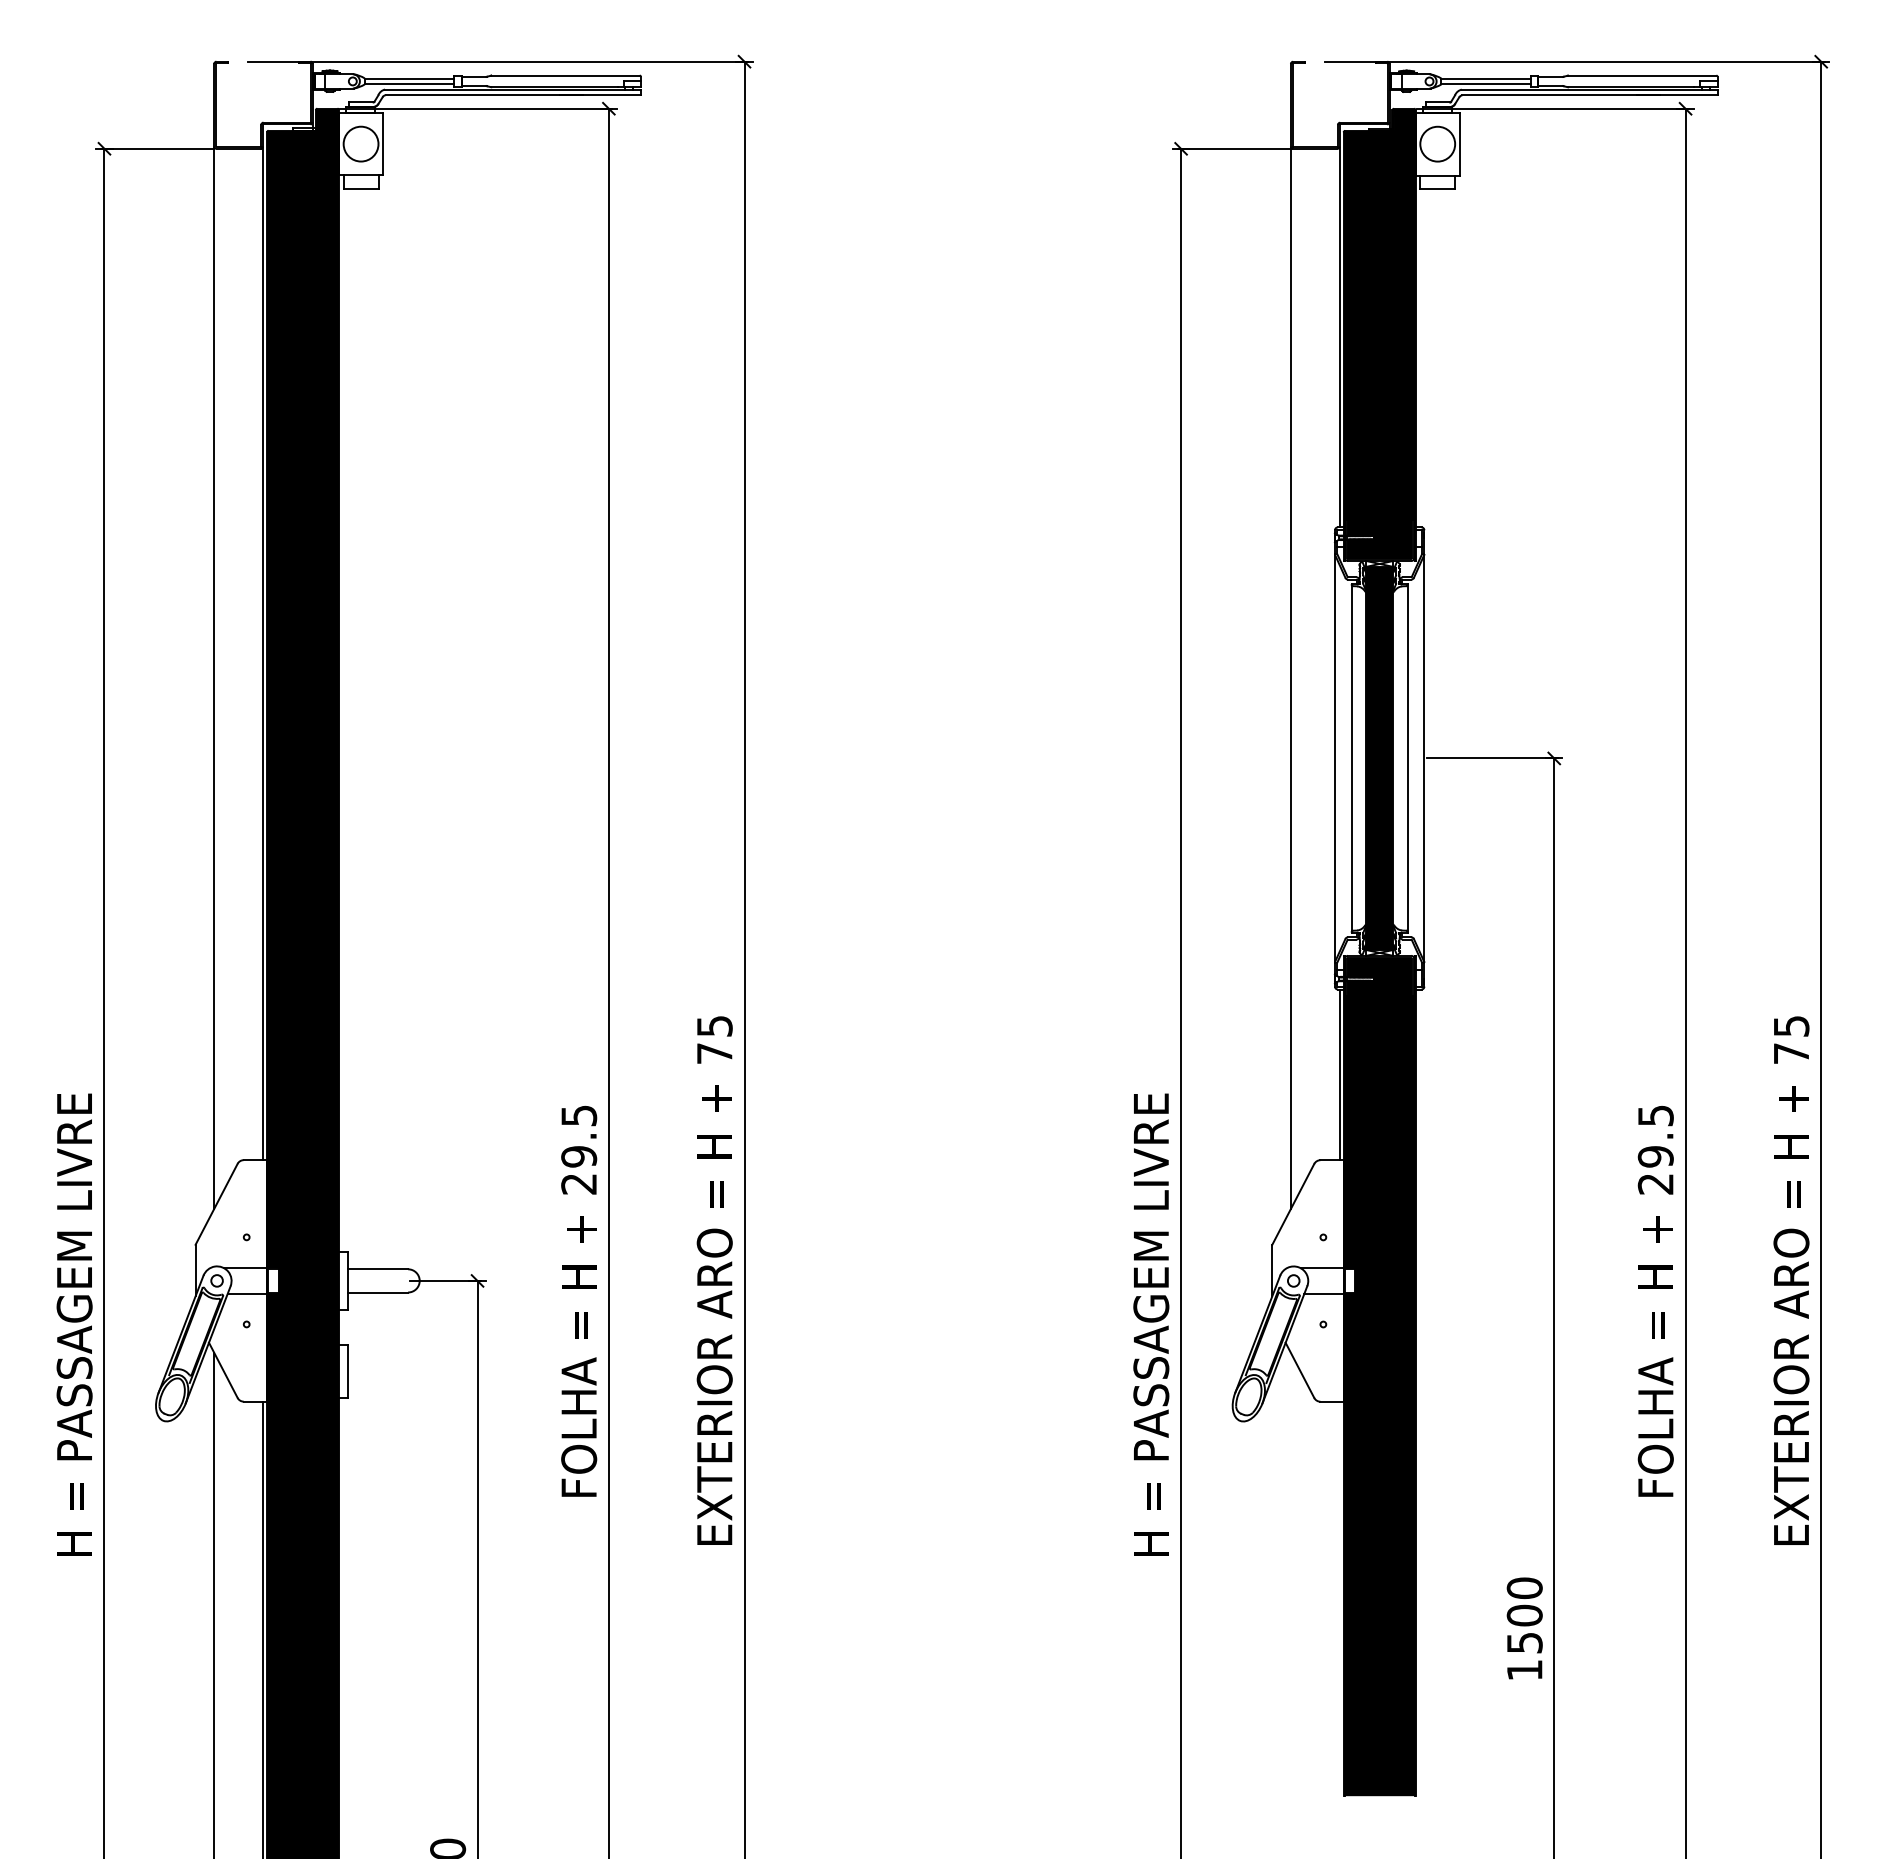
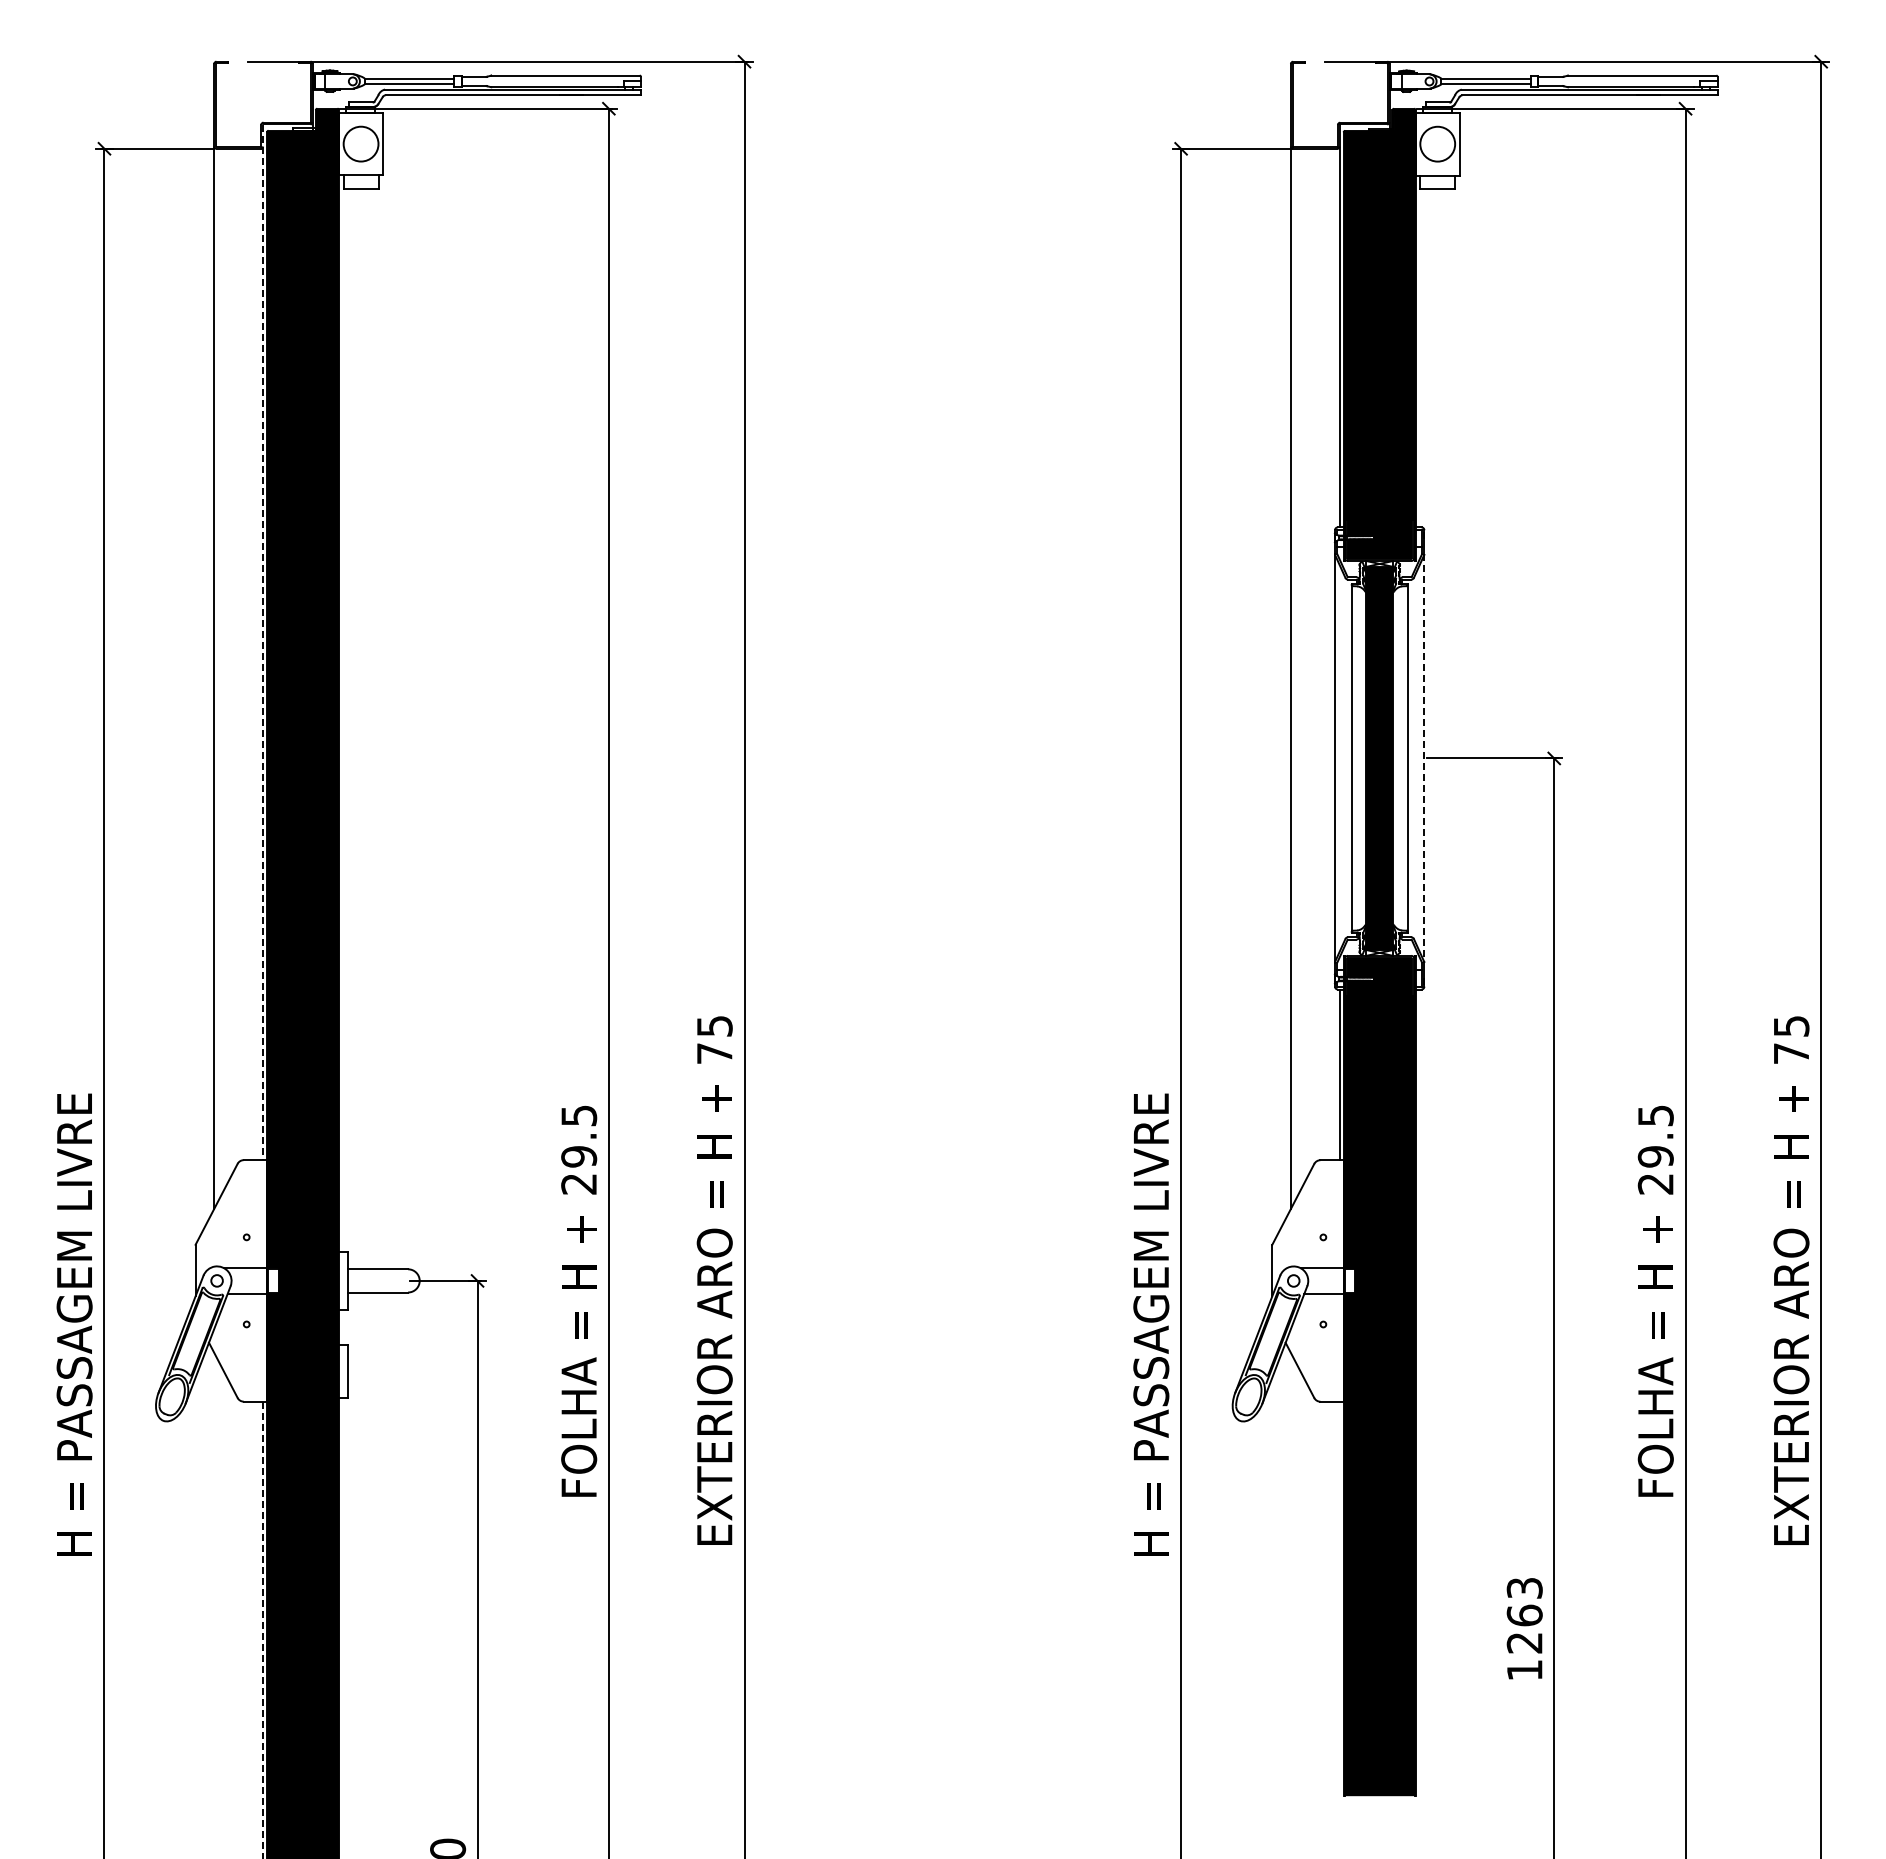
line at (262, 642): solid -> dashed
line at (1424, 758): solid -> dashed
line at (214, 1603): present -> none
text at (1524, 1615): 1500 -> 1263
line at (262, 1630): solid -> dashed
